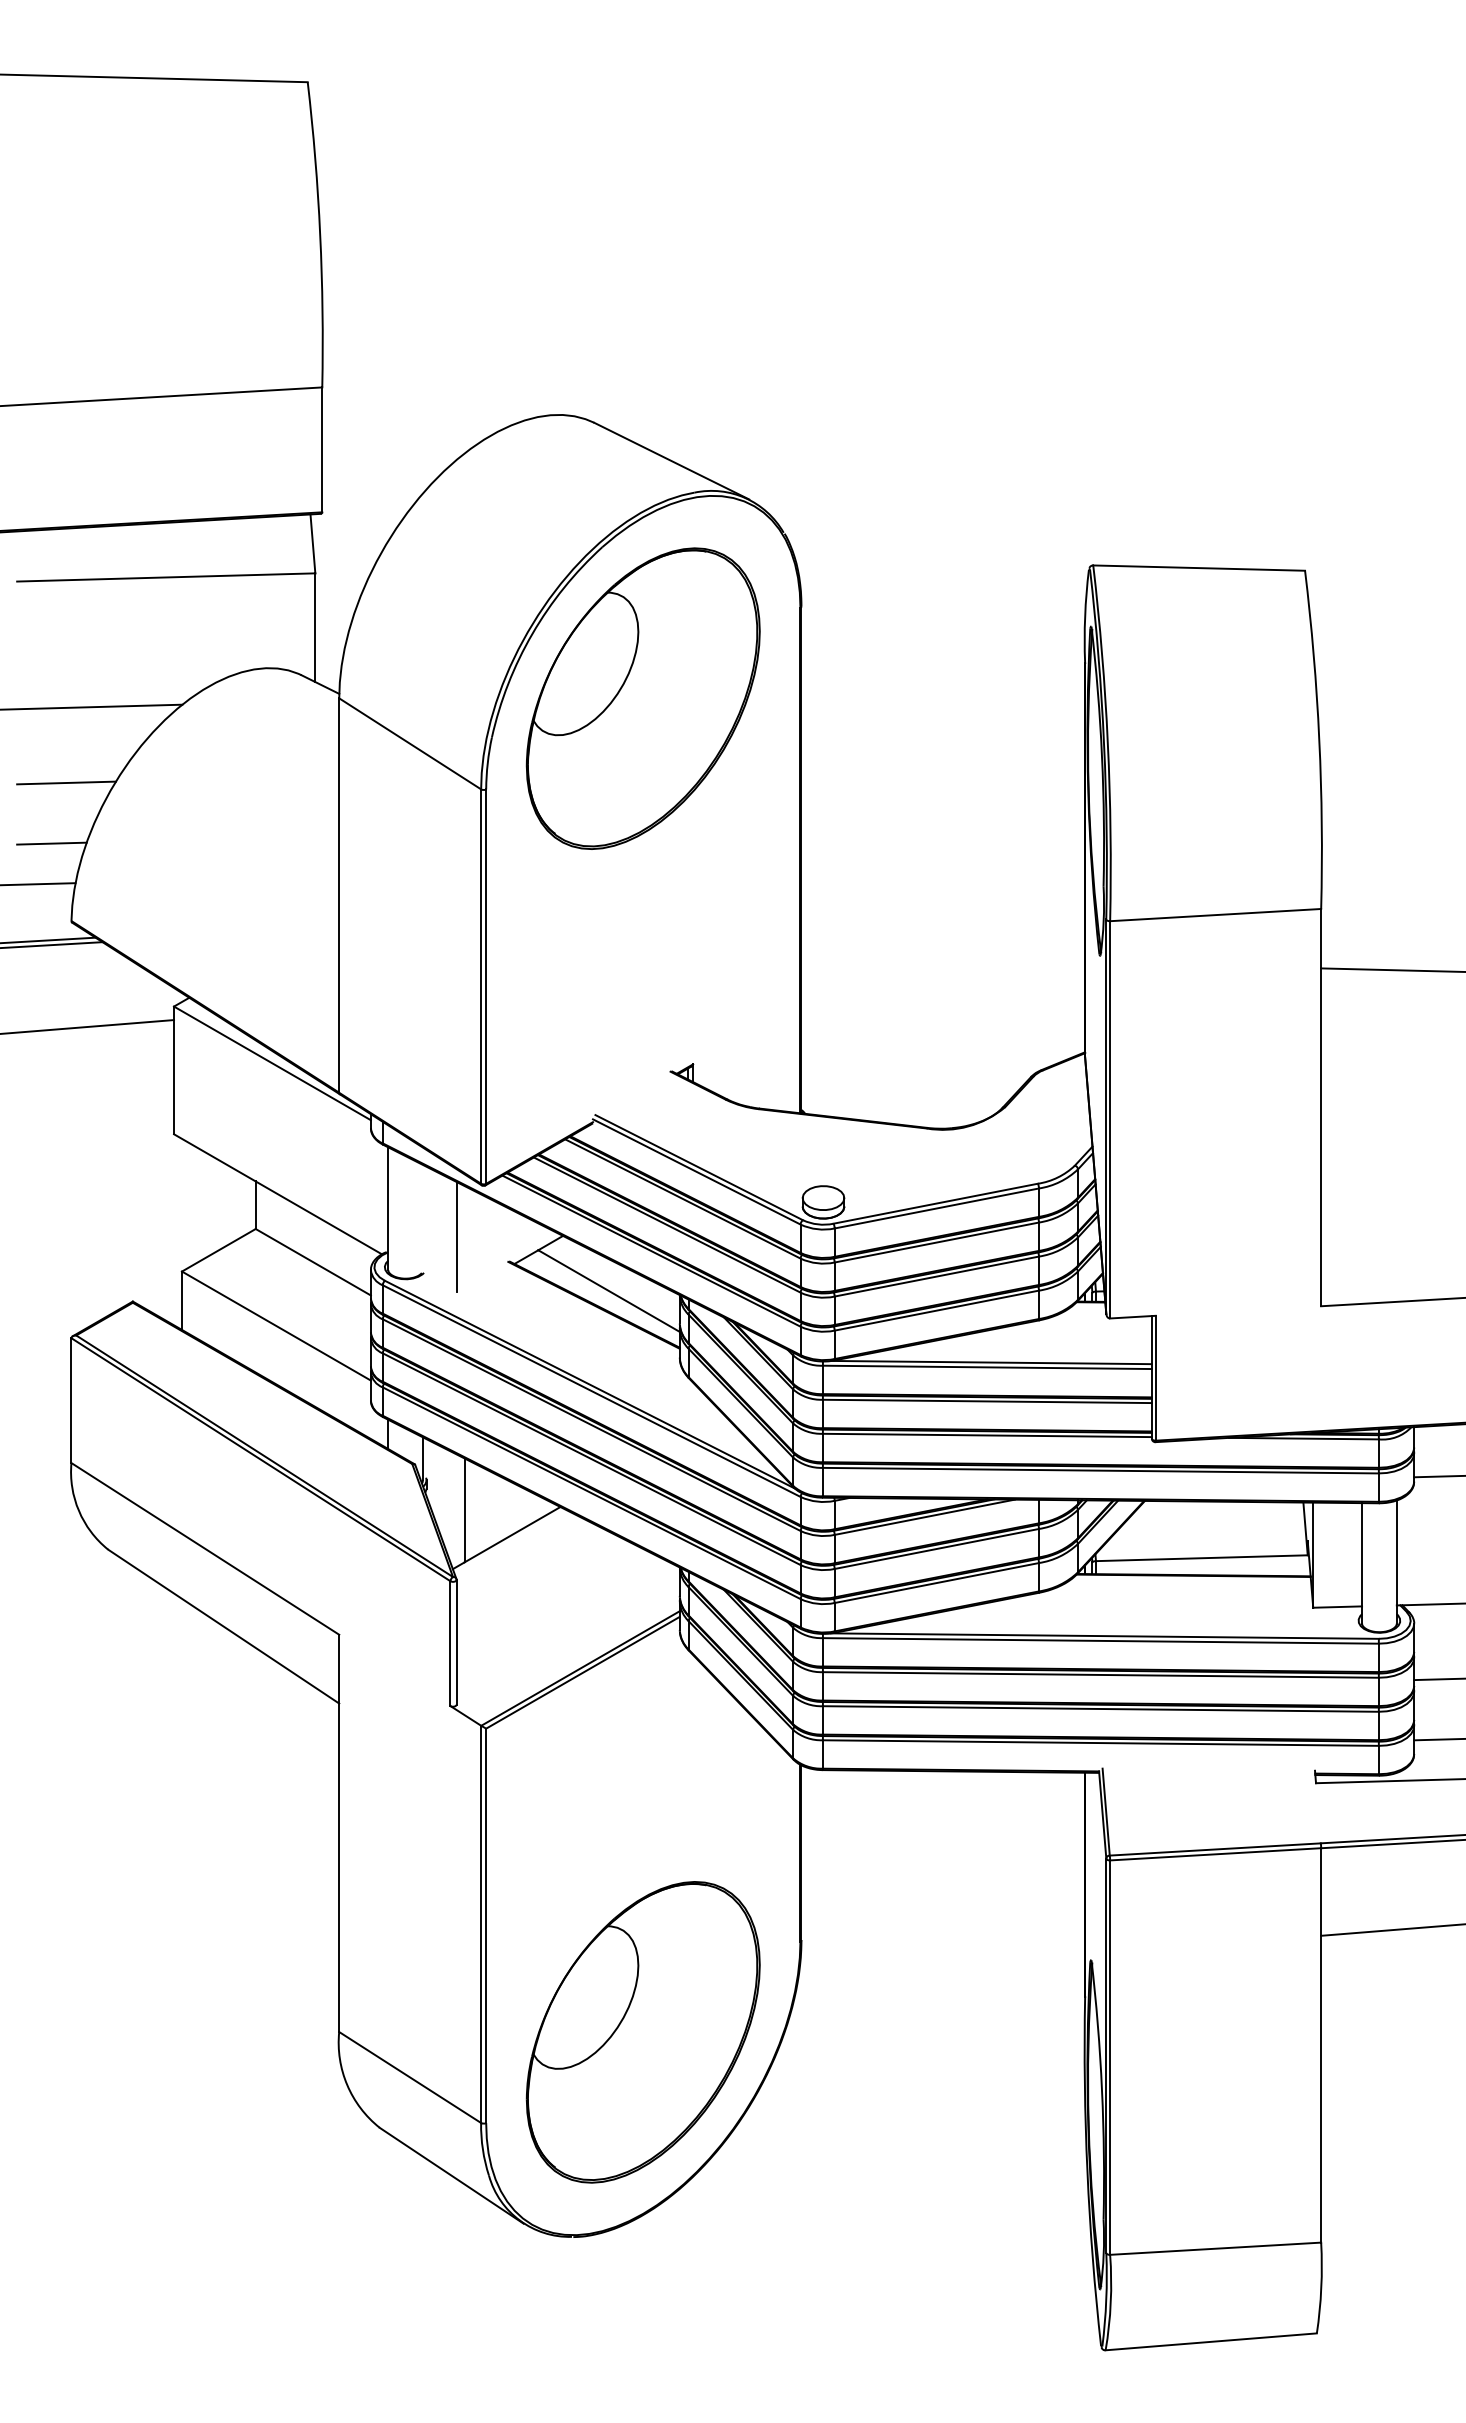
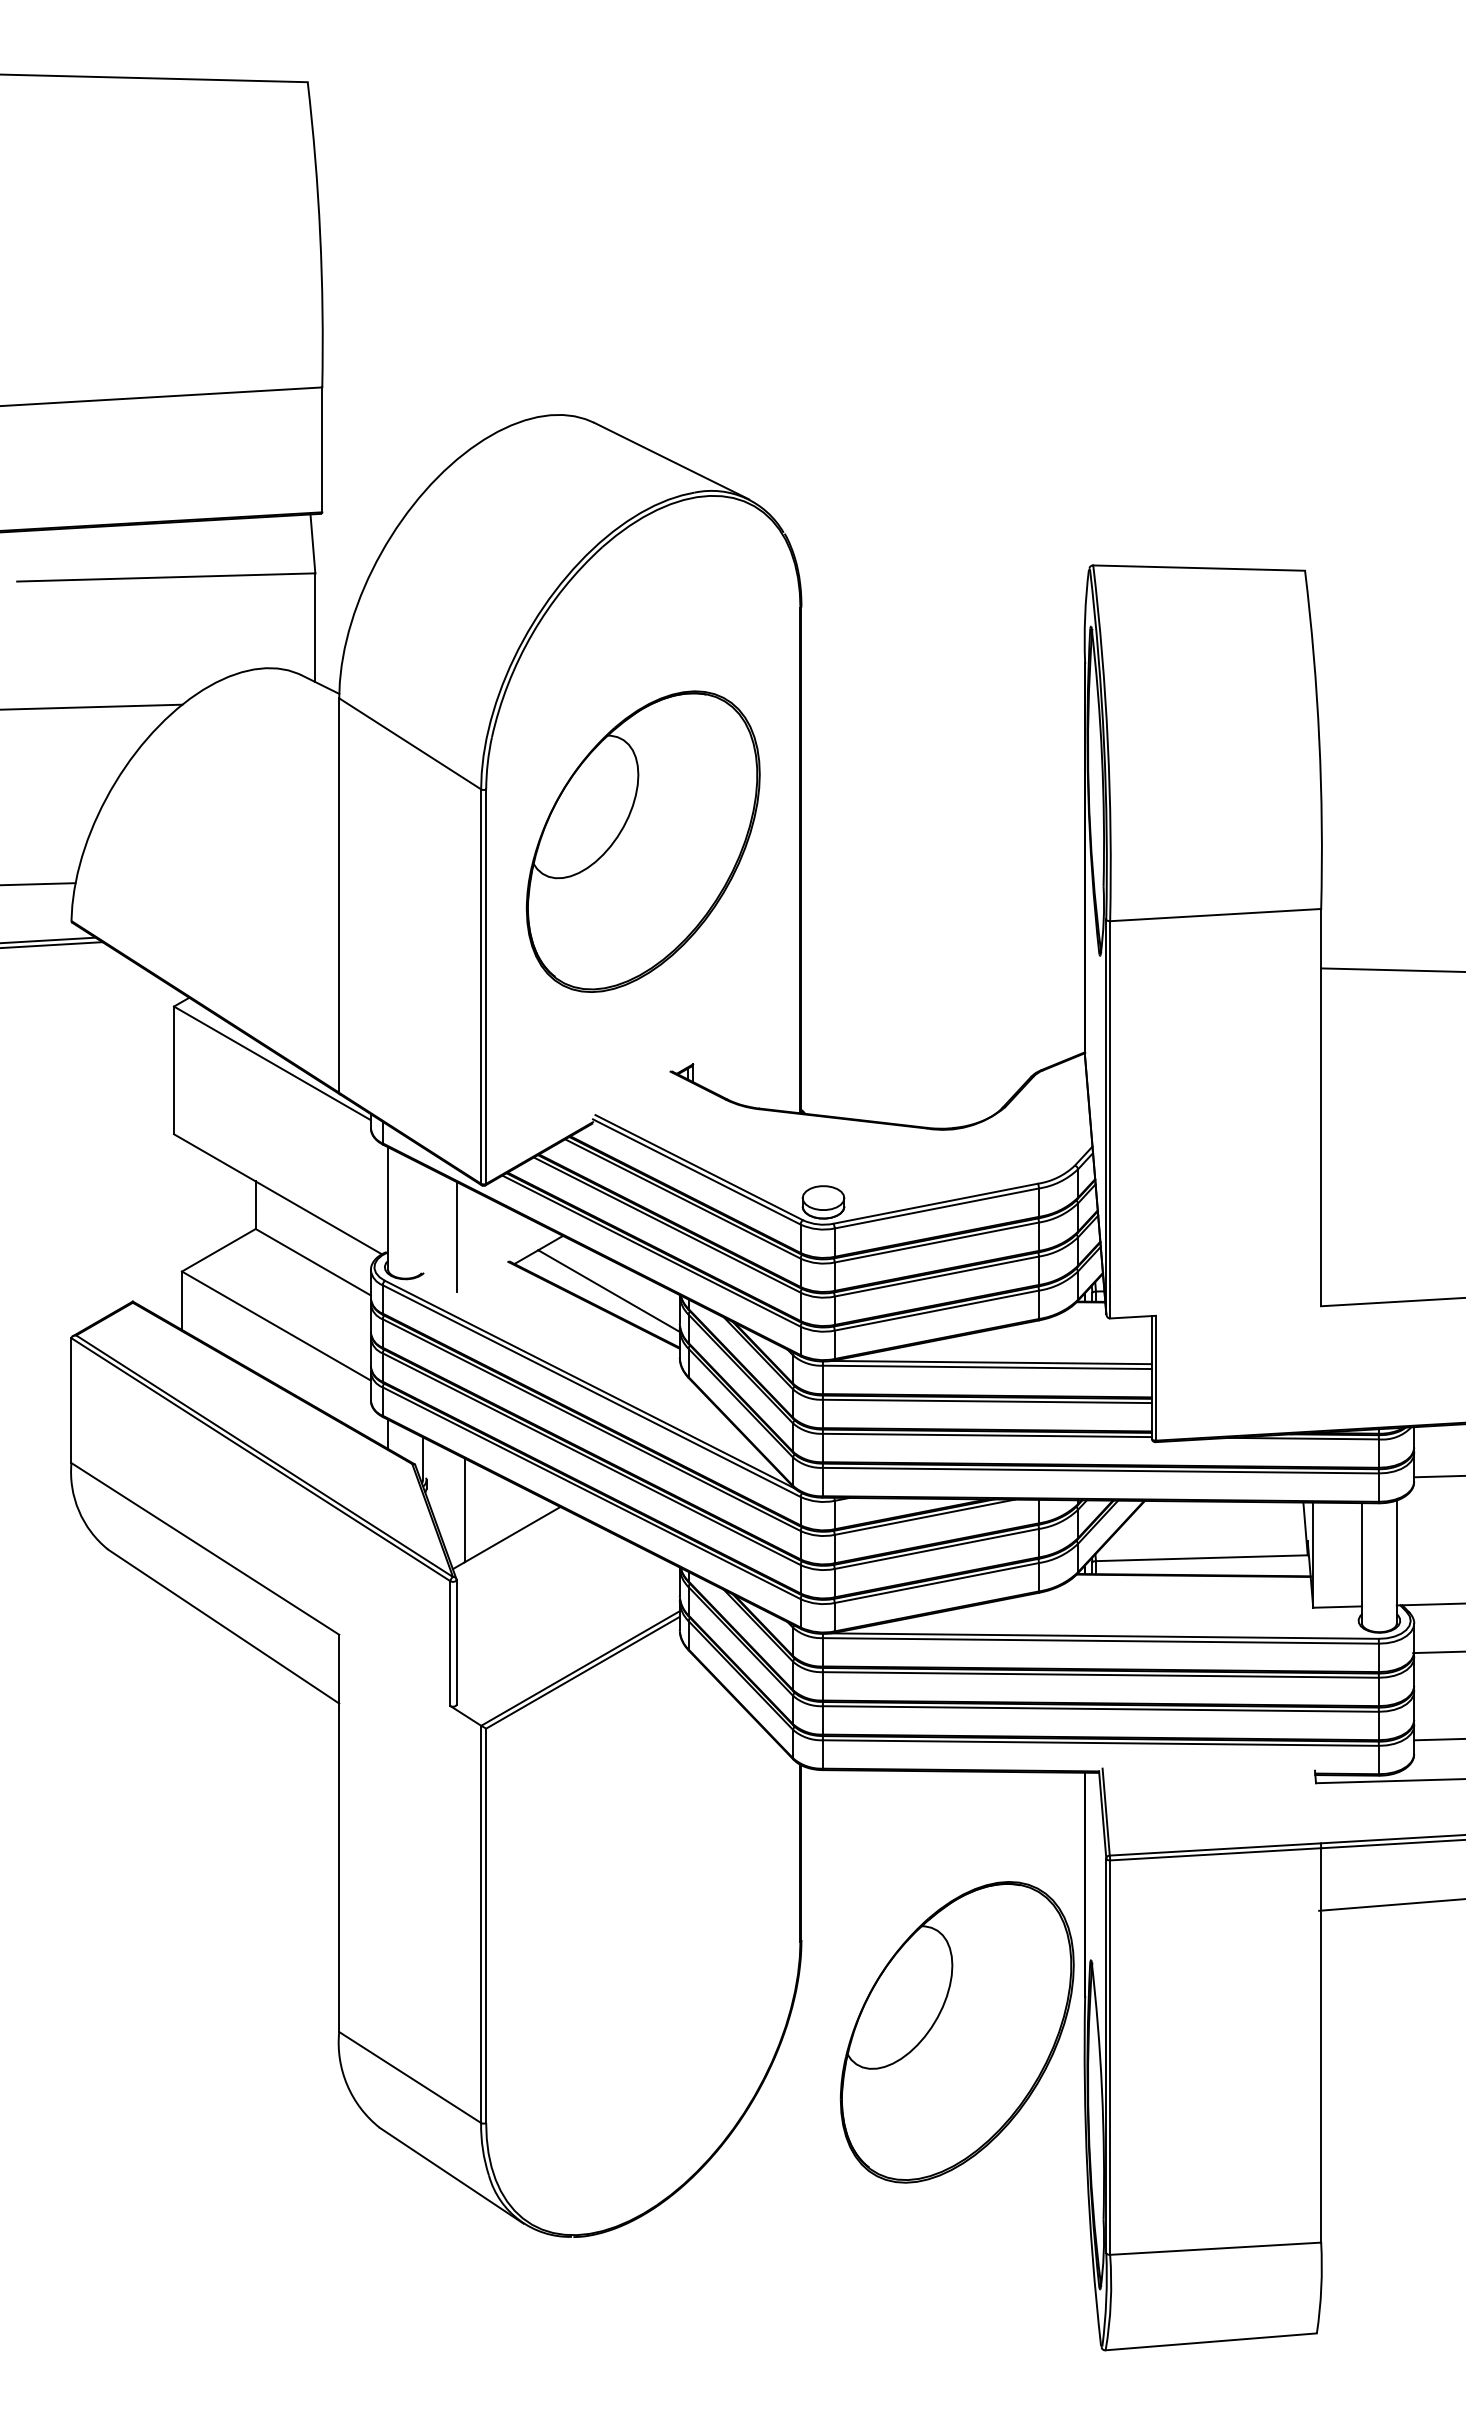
part at (642, 698) position: (642, 698) -> (642, 841)
line at (66, 782): present -> none
line at (51, 843): present -> none
line at (88, 1026): present -> none
line at (1438, 1679) position: (1438, 1679) -> (1437, 1652)
line at (1391, 1929) position: (1391, 1929) -> (1390, 1904)
part at (642, 2032) position: (642, 2032) -> (956, 2032)
